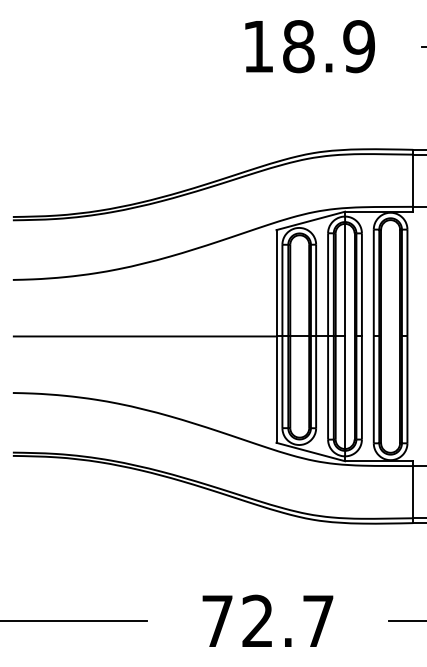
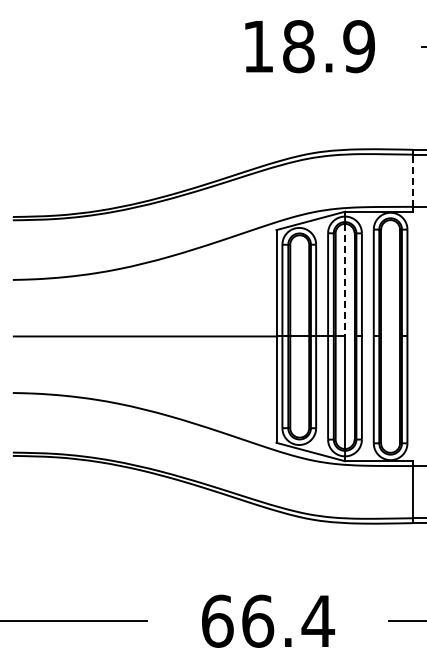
line at (413, 180): solid -> dashed
line at (345, 280): solid -> dashed
text at (268, 620): 72.7 -> 66.4
